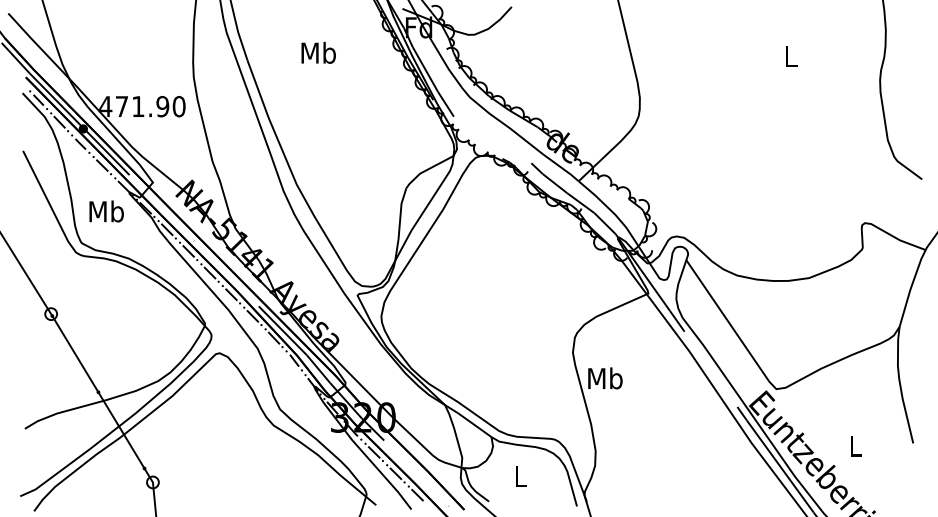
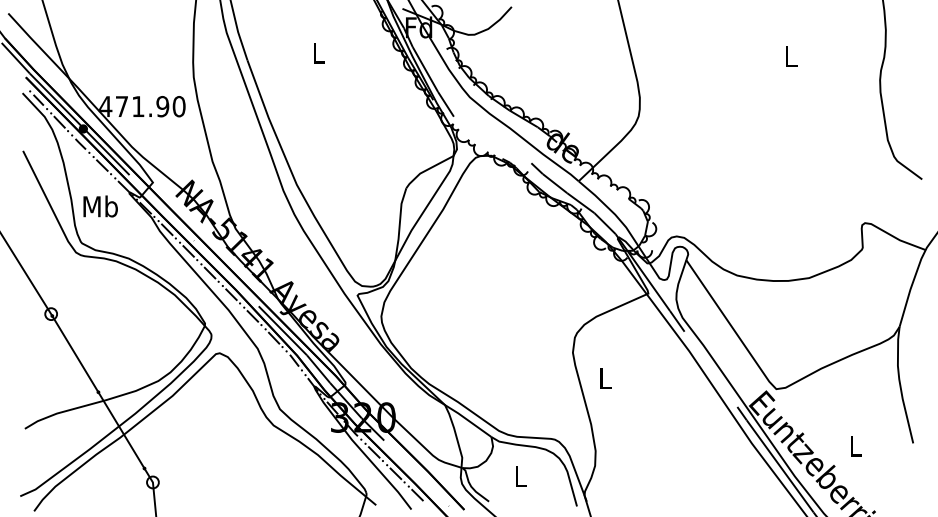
text at (318, 52): Mb -> L
text at (106, 211) position: (106, 211) -> (100, 206)
text at (605, 378): Mb -> L
